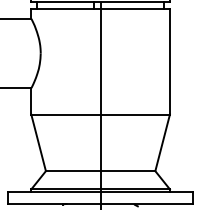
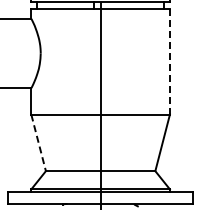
line at (169, 61): solid -> dashed
line at (38, 143): solid -> dashed
